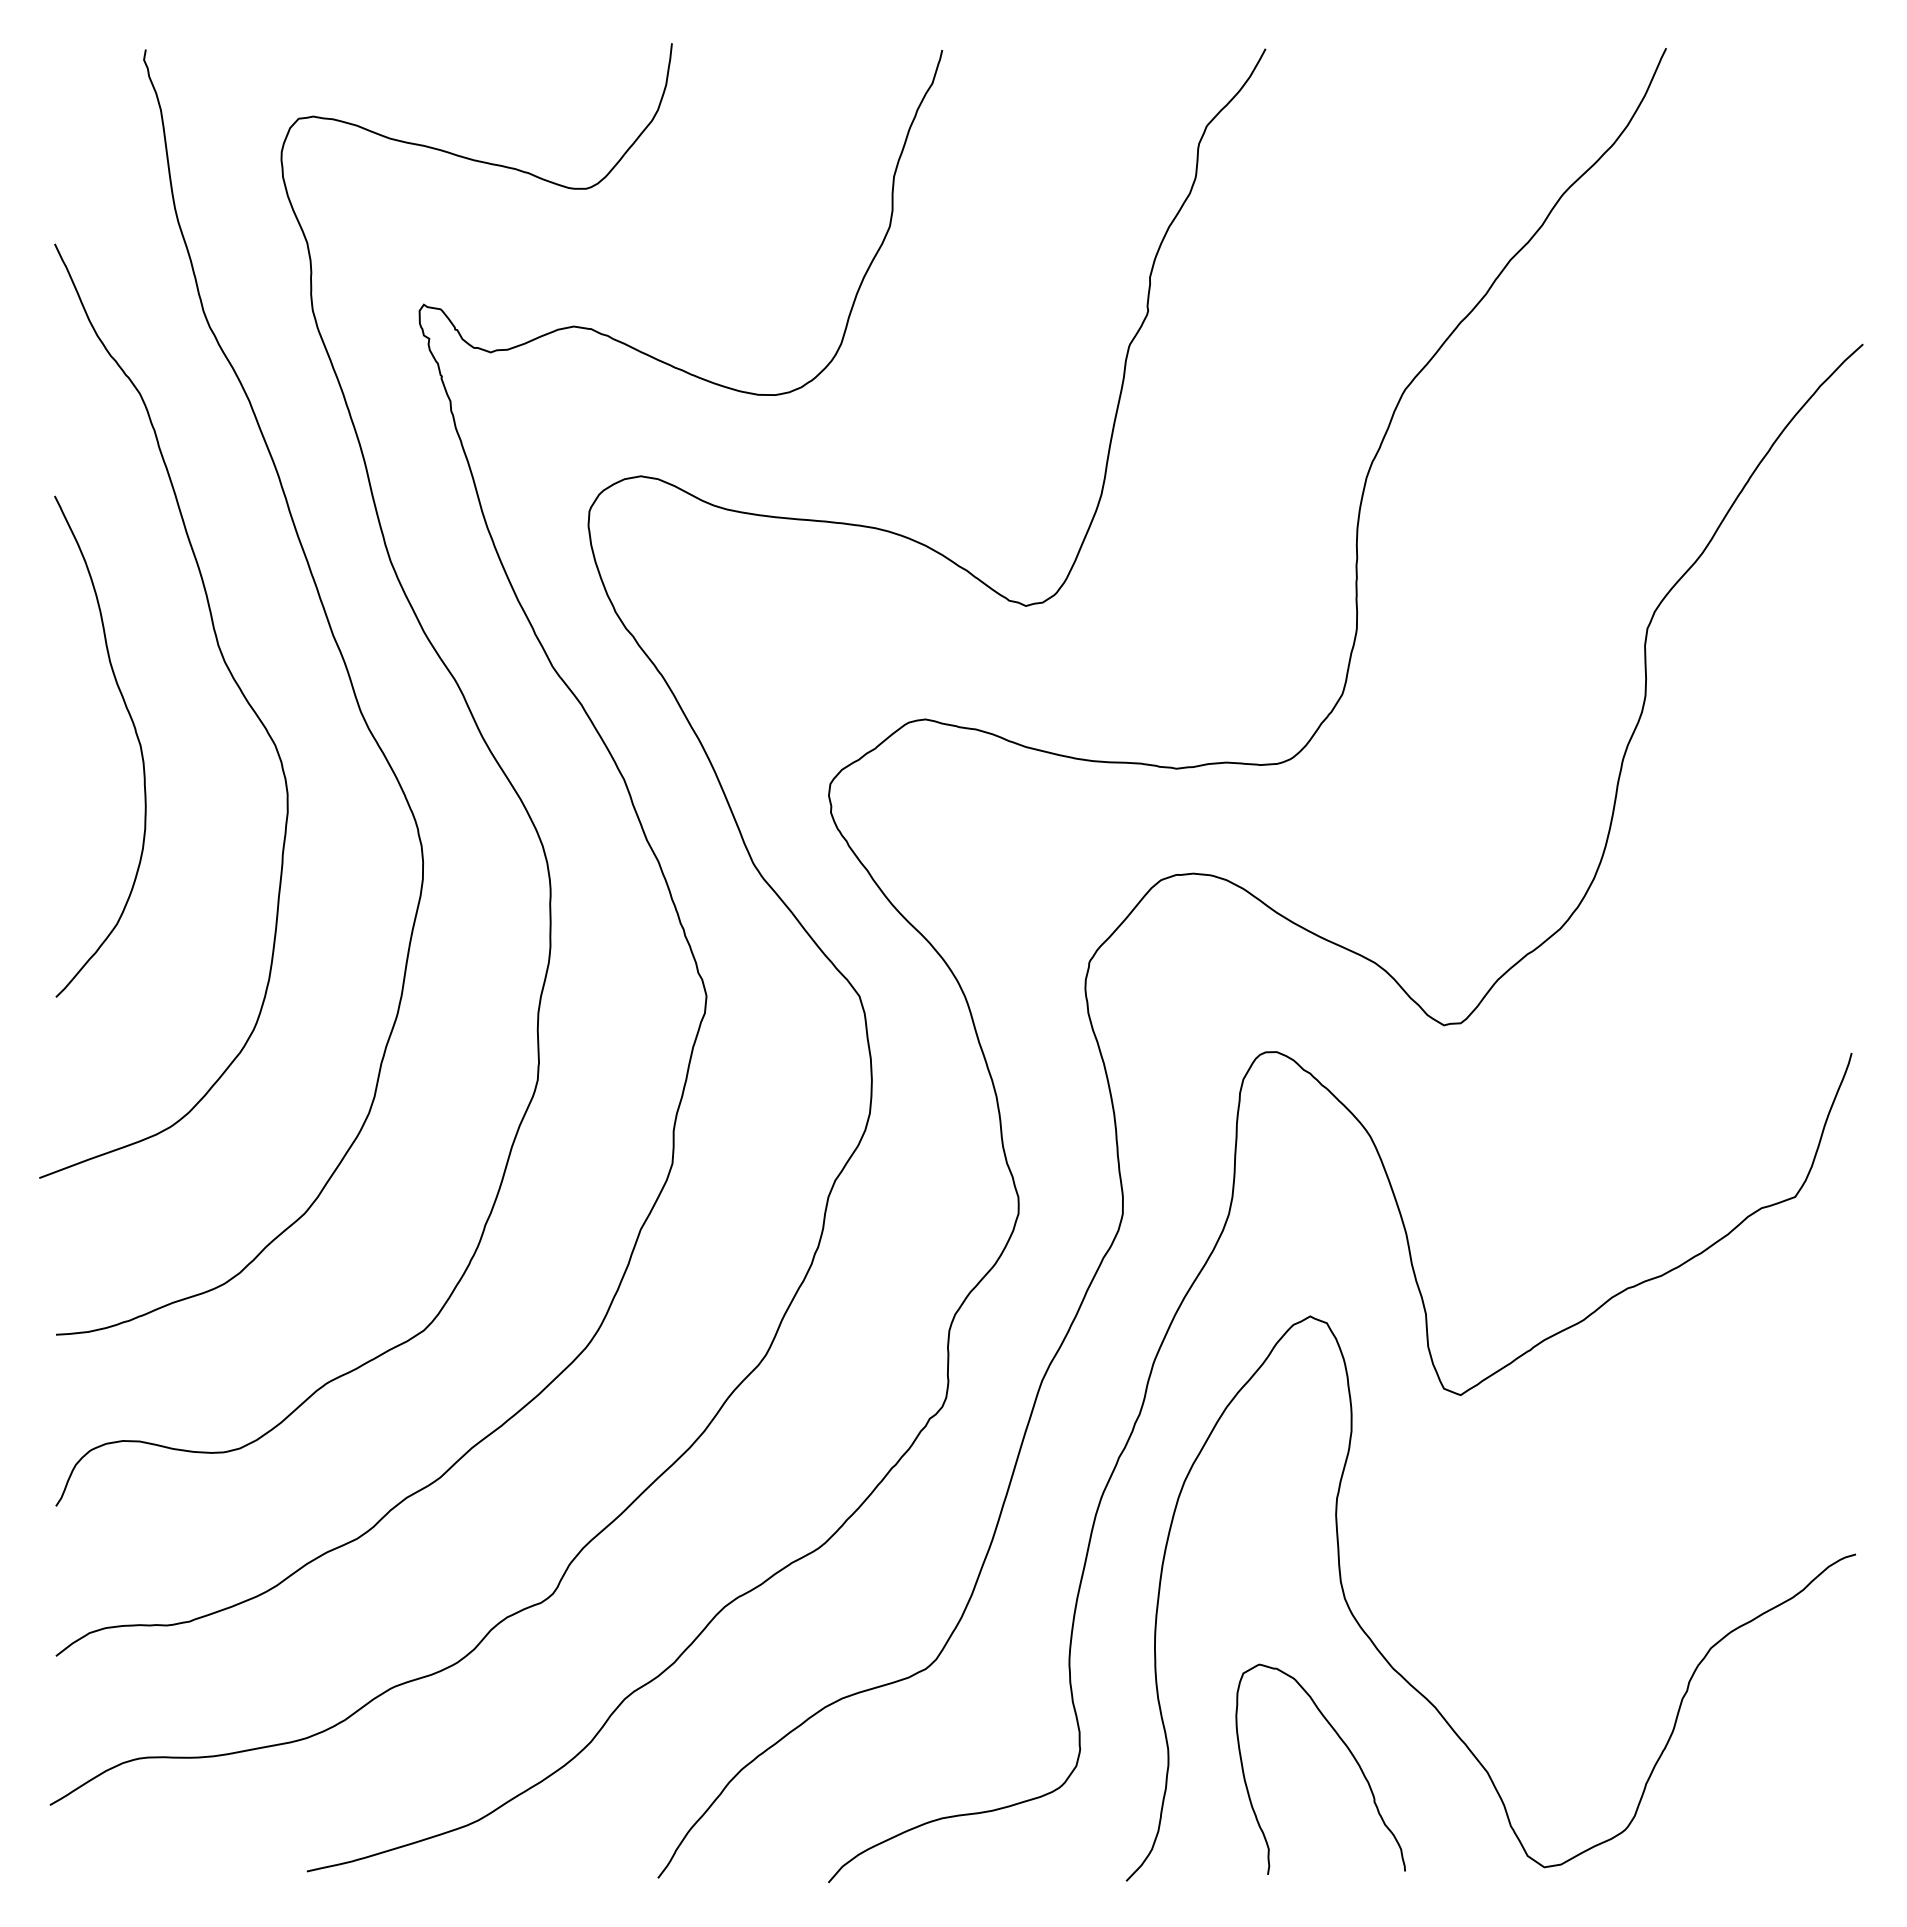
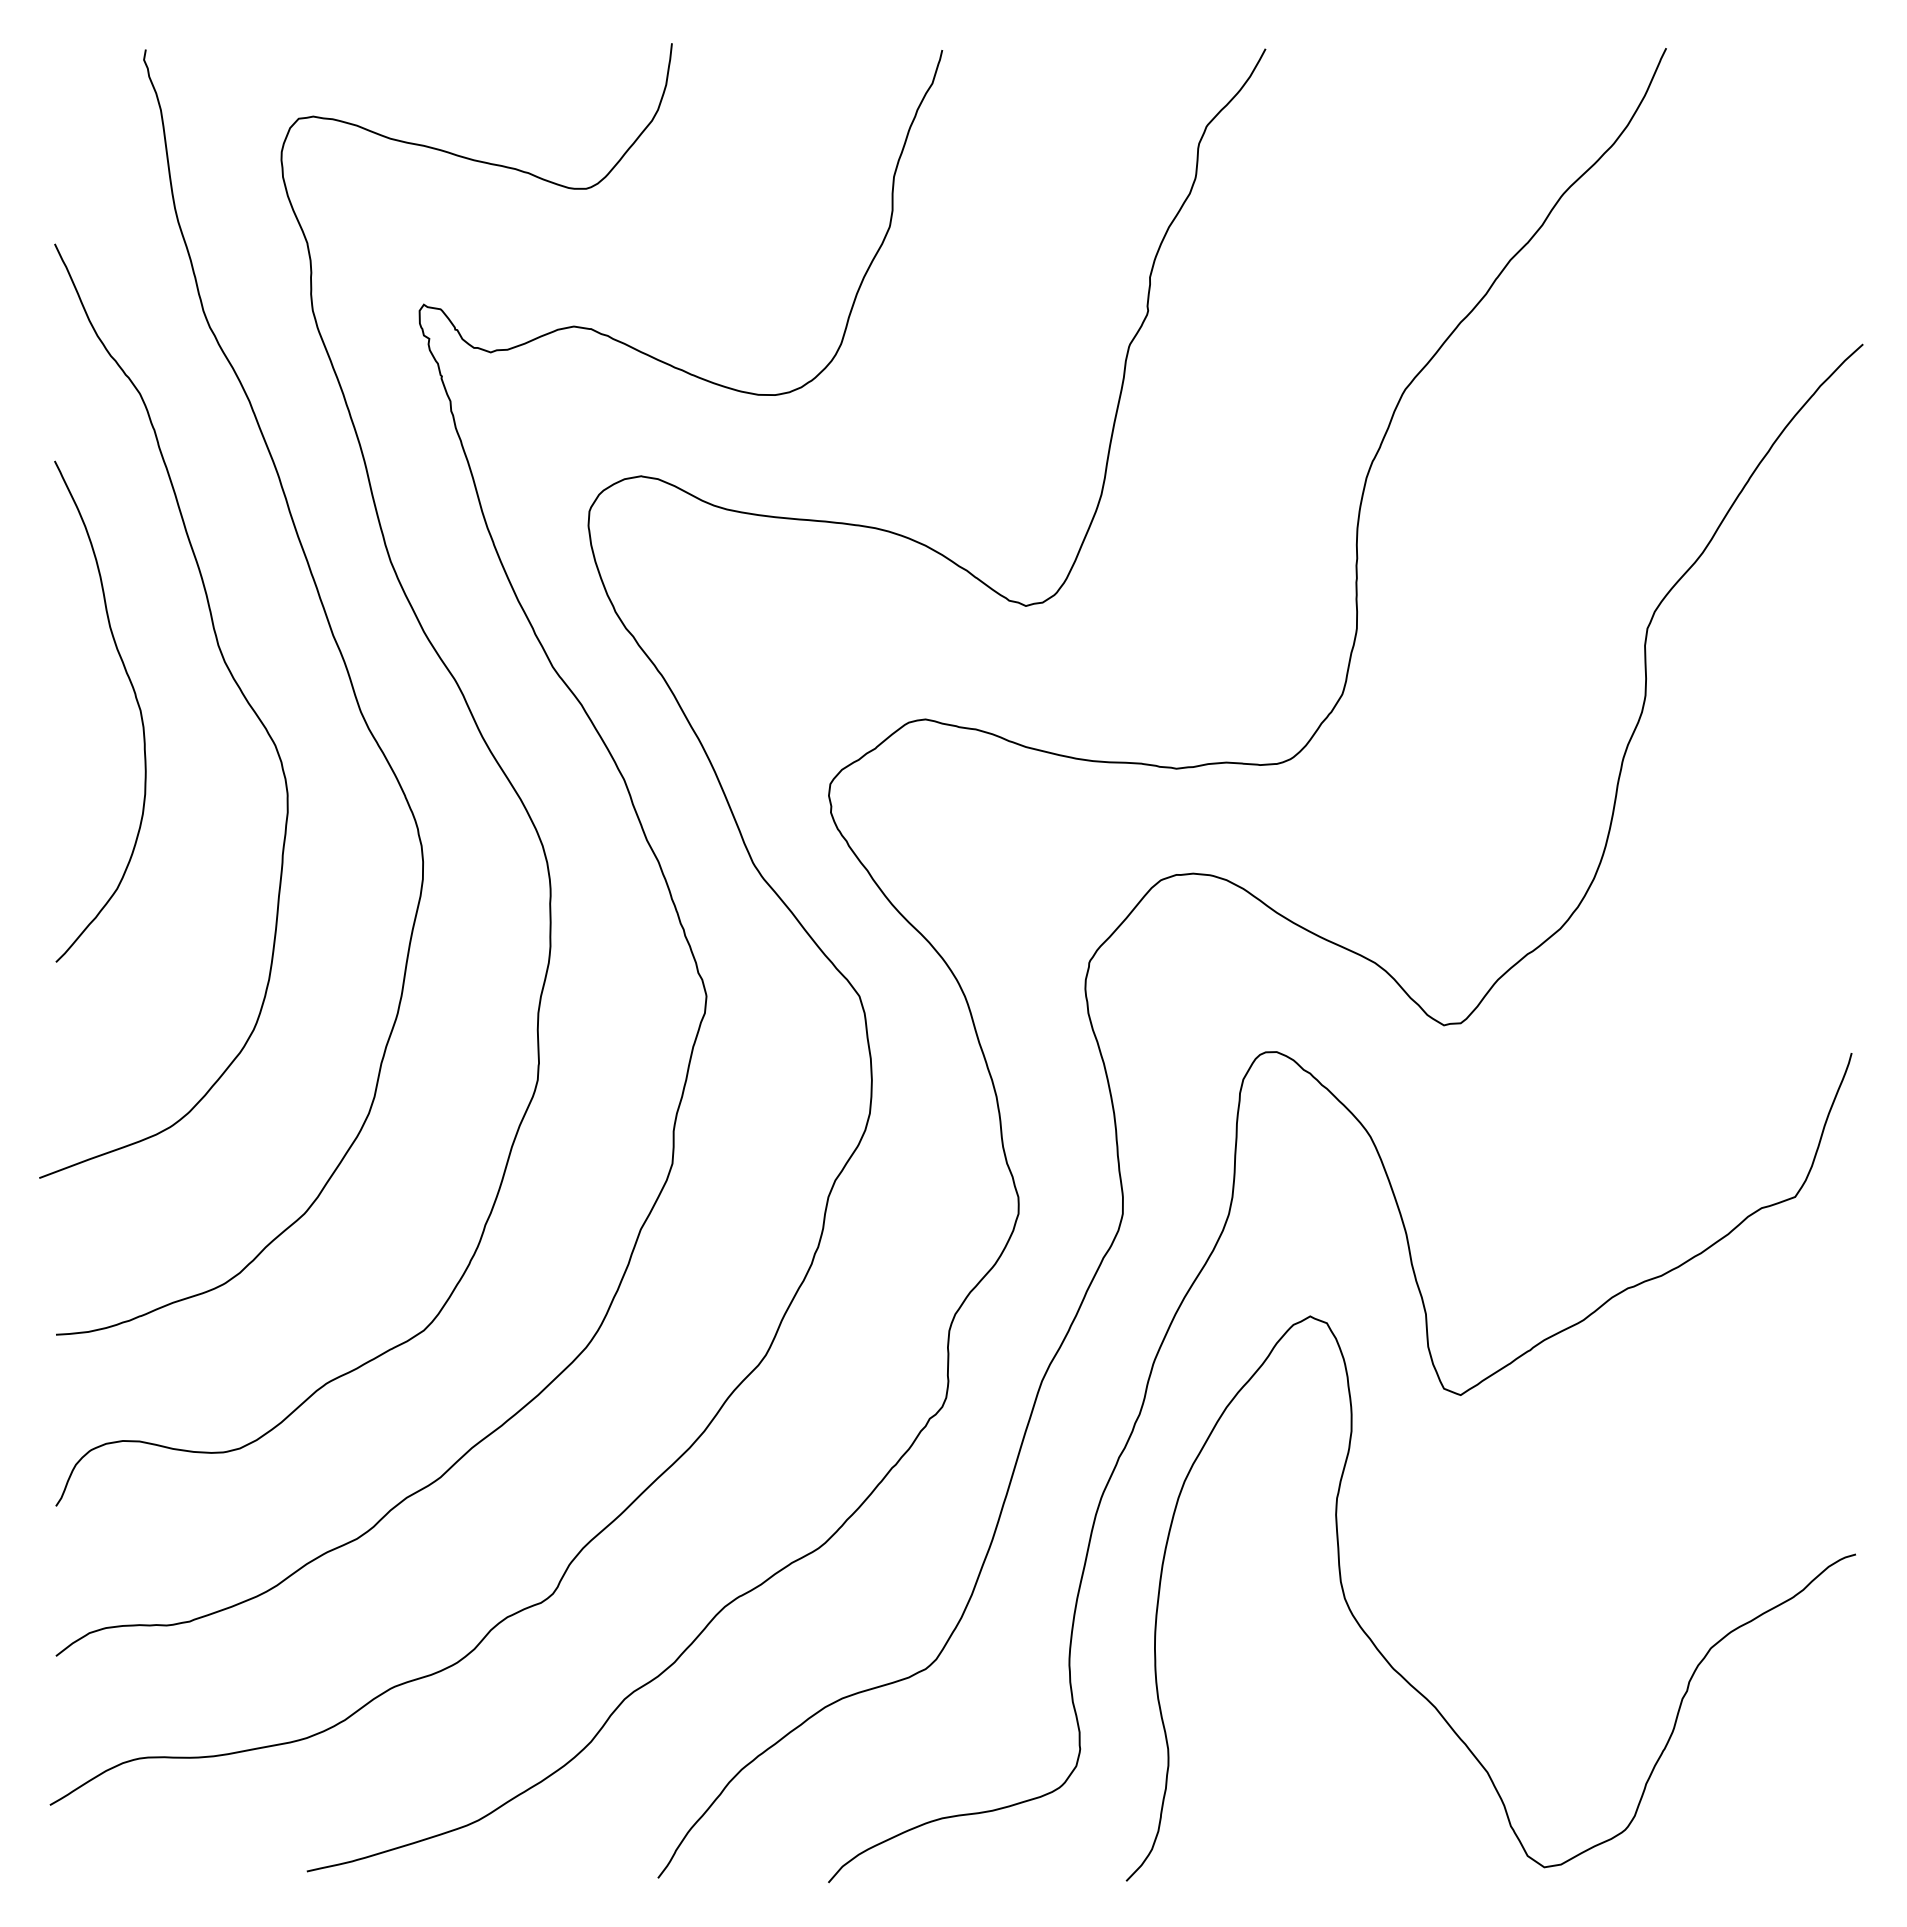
curve at (135, 734) position: (135, 734) -> (135, 699)
curve at (1349, 1752): present -> none
